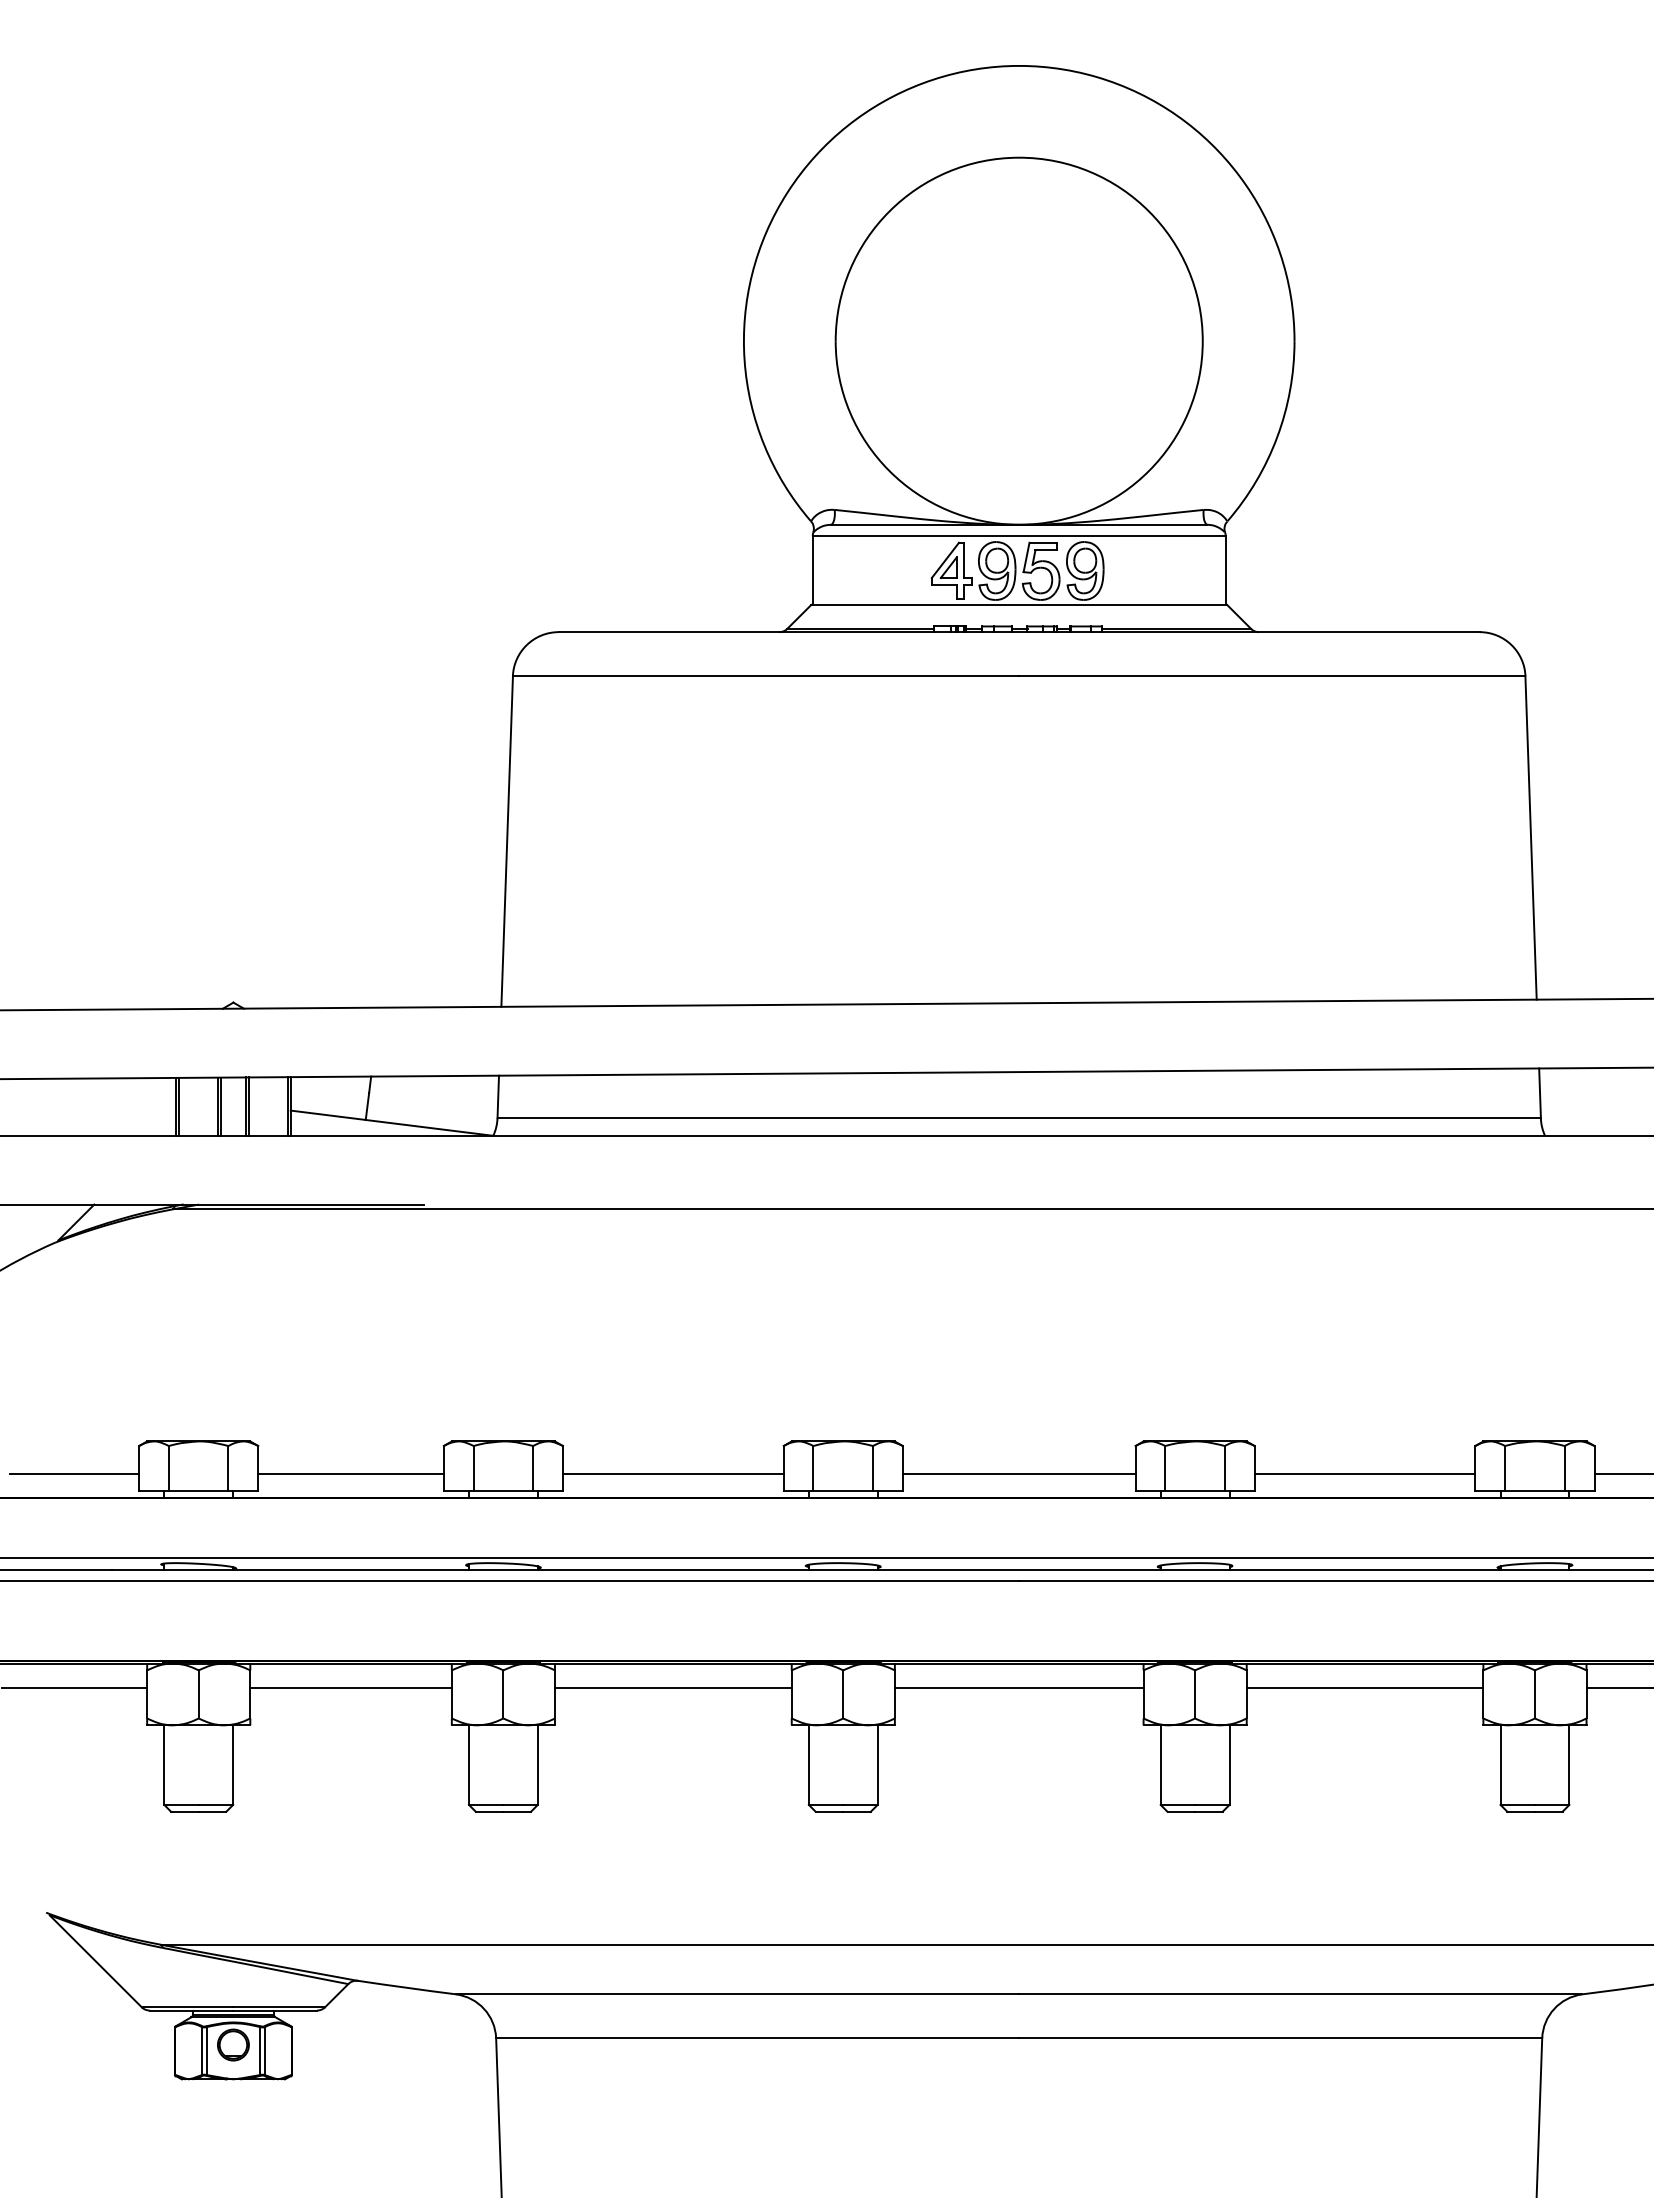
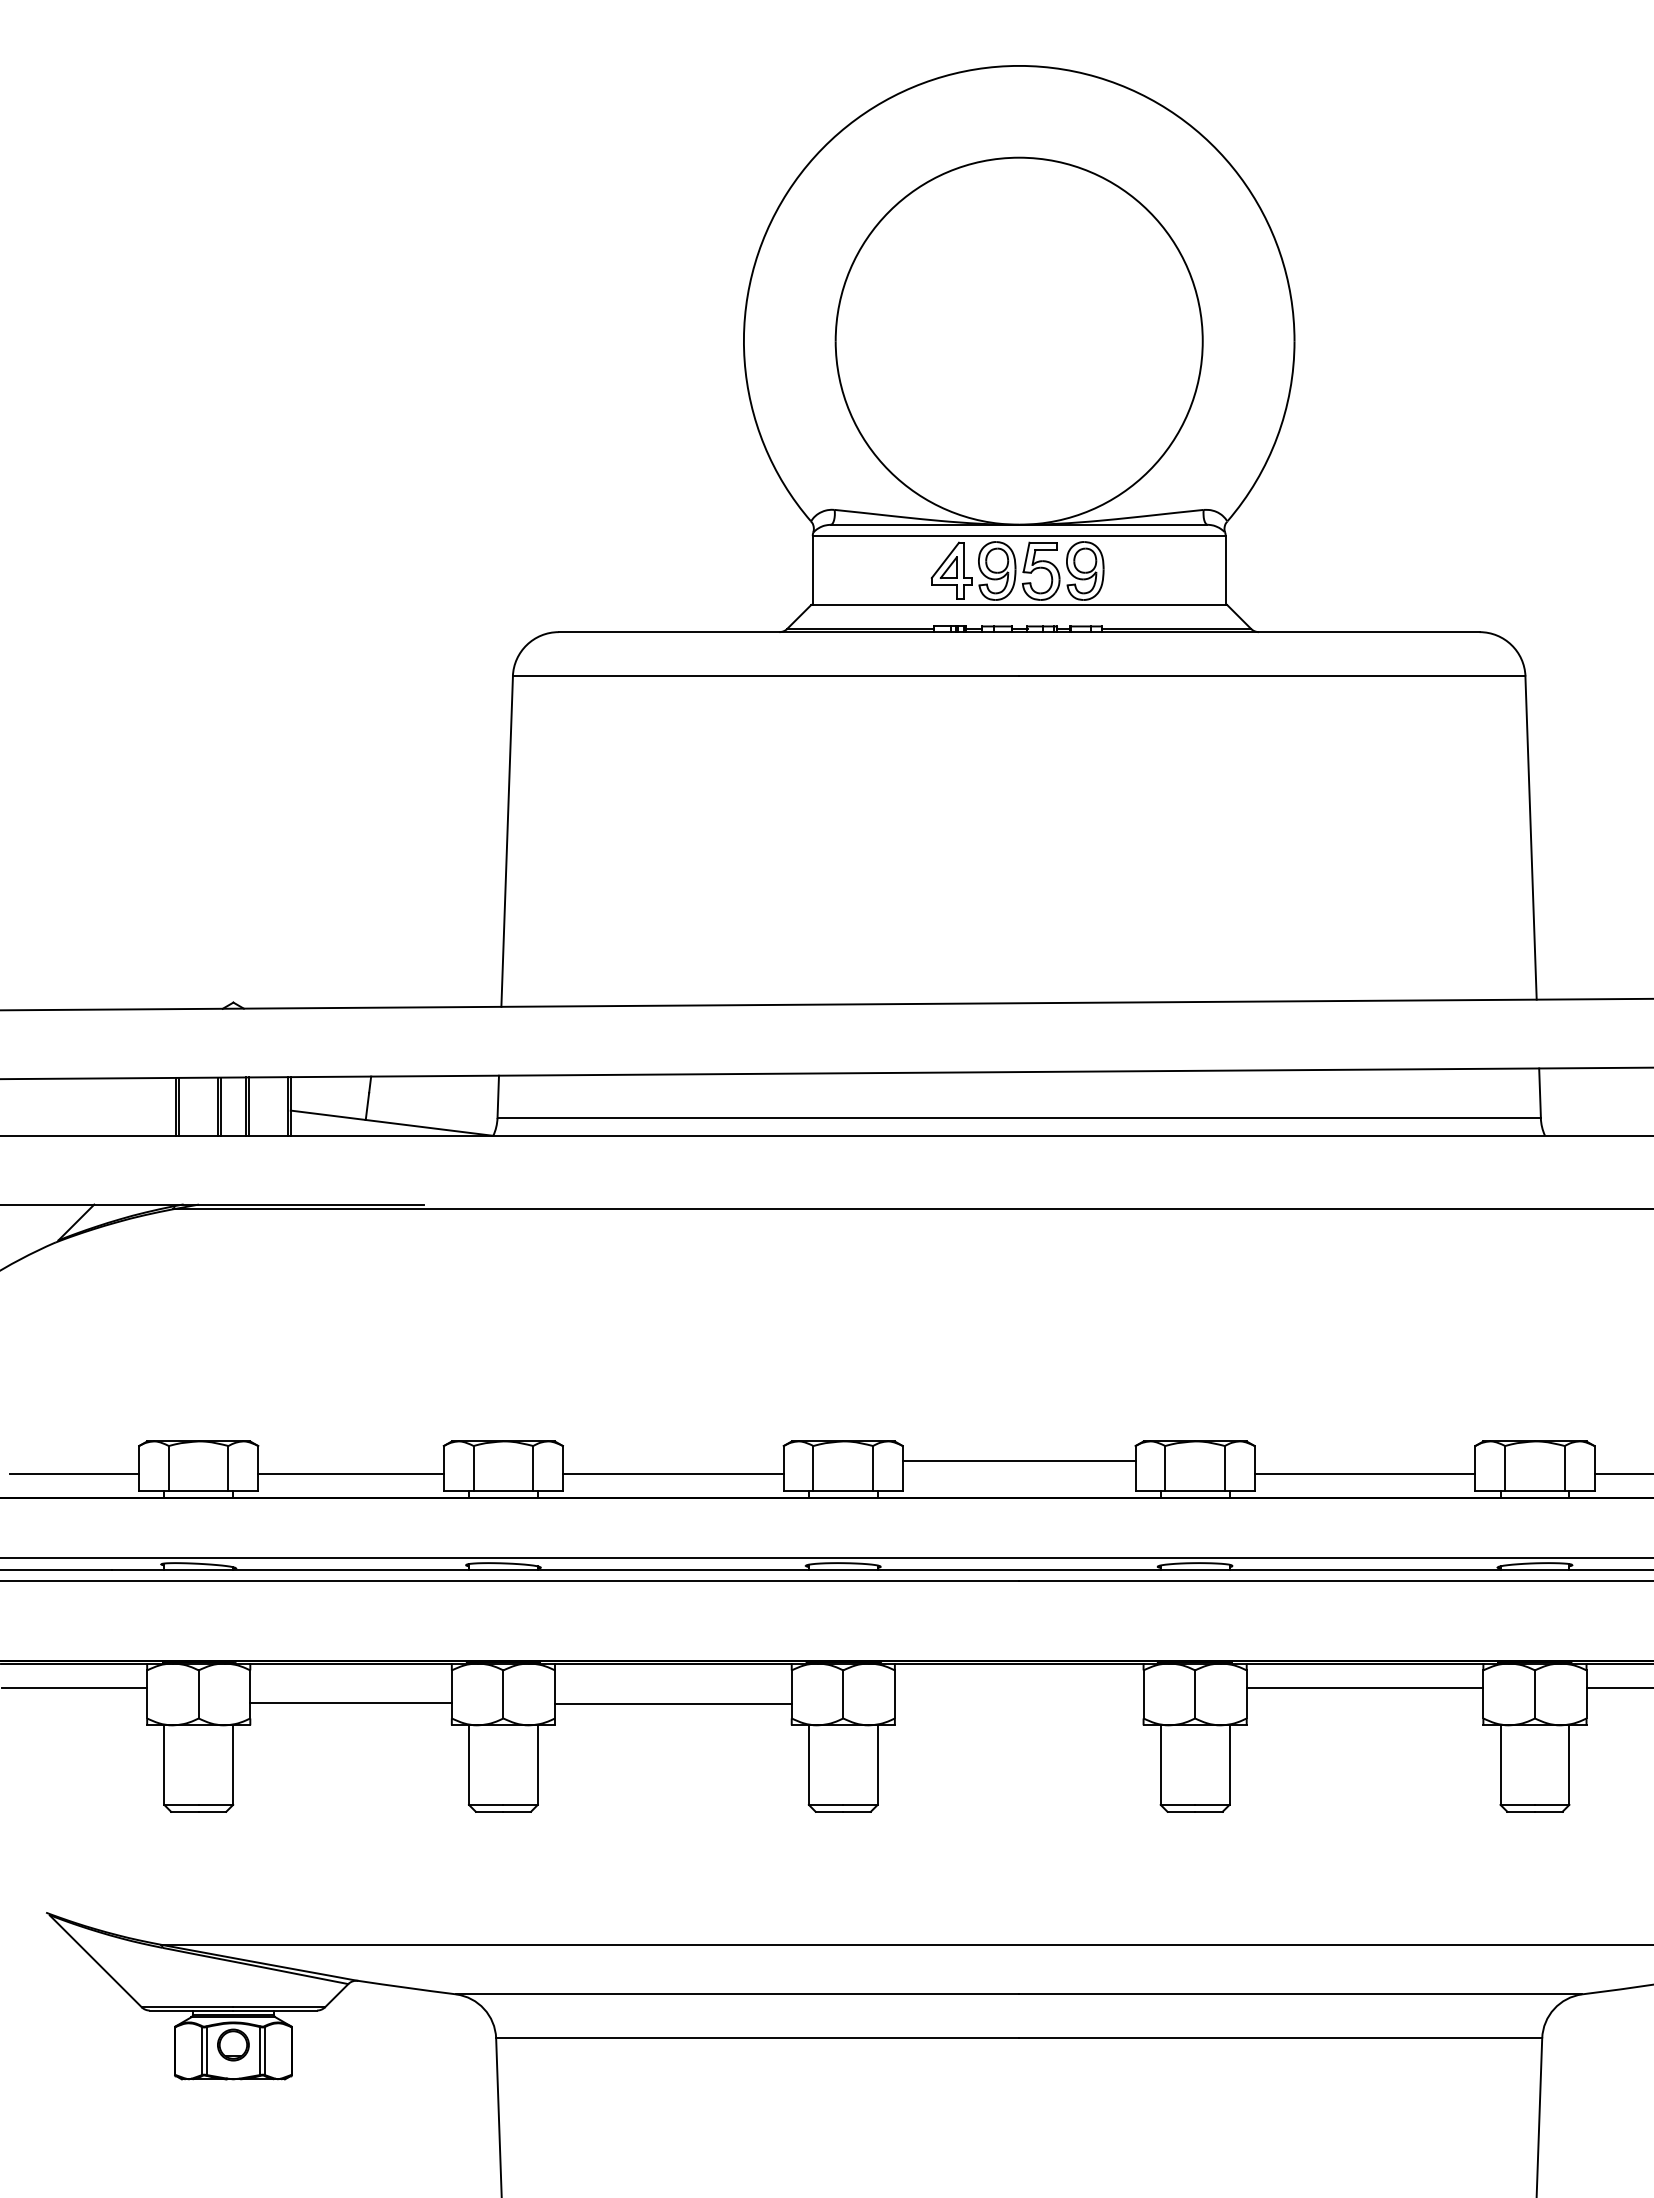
line at (1018, 1473) position: (1018, 1473) -> (1018, 1460)
line at (350, 1688) position: (350, 1688) -> (350, 1703)
line at (672, 1688) position: (672, 1688) -> (672, 1704)
line at (1018, 1688): present -> none
